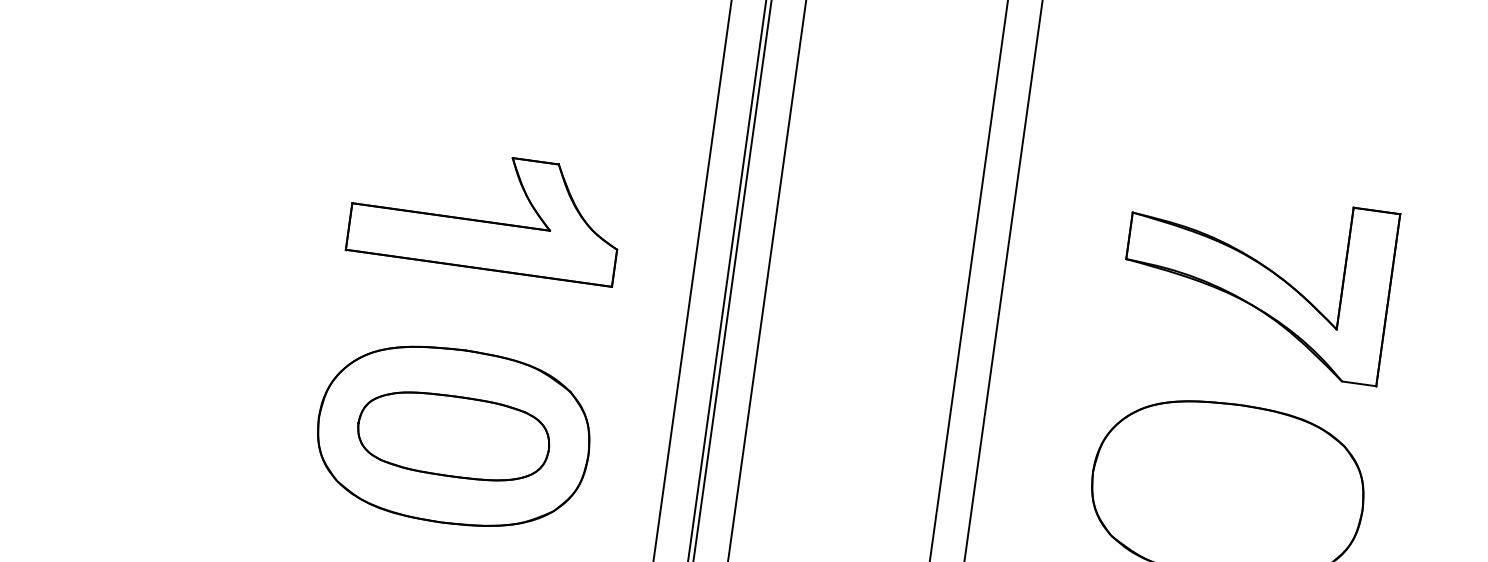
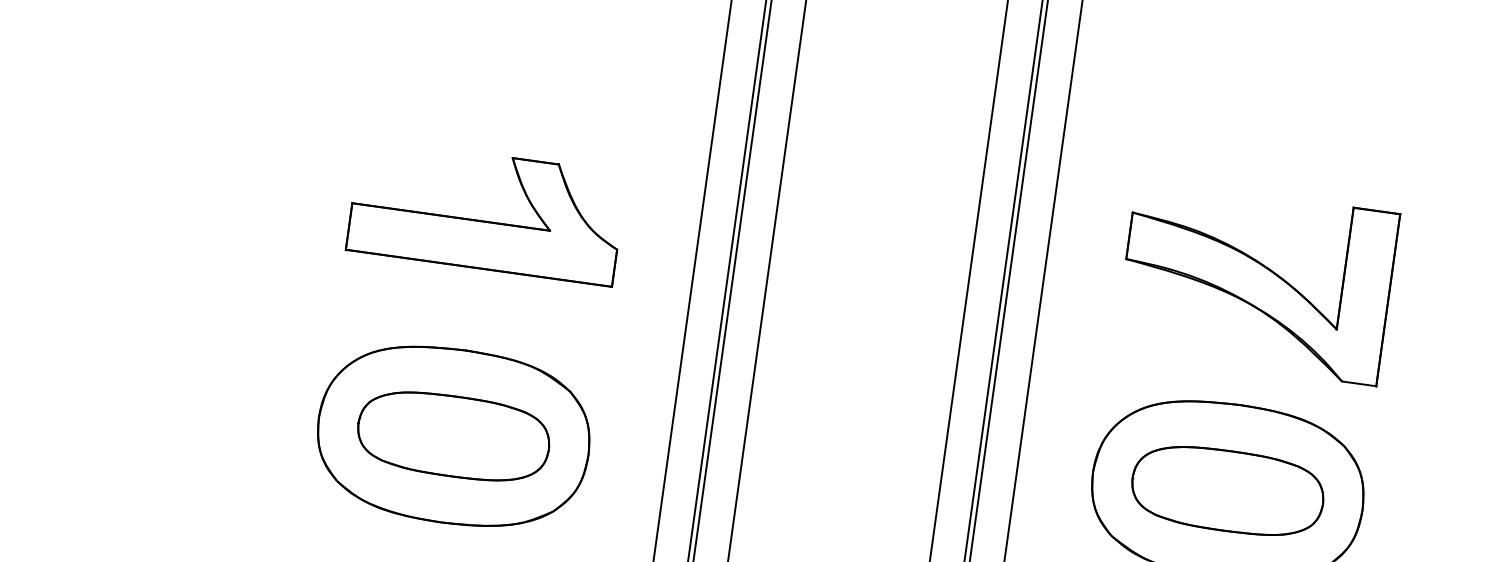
line at (1008, 280): none -> present
line at (1043, 280): none -> present
part at (1227, 490): none -> present
